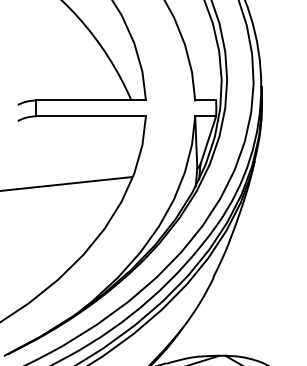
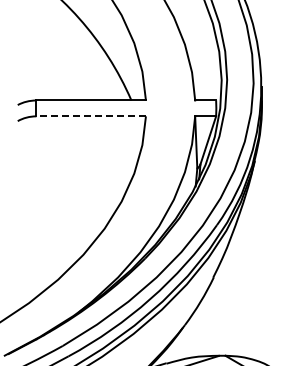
line at (91, 116): solid -> dashed
line at (66, 183): present -> none
